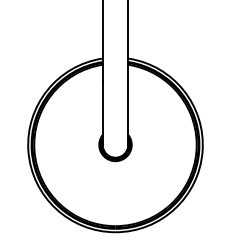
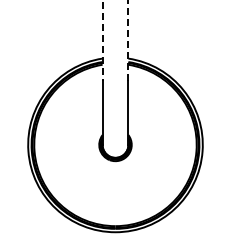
line at (102, 40): solid -> dashed
line at (128, 40): solid -> dashed
